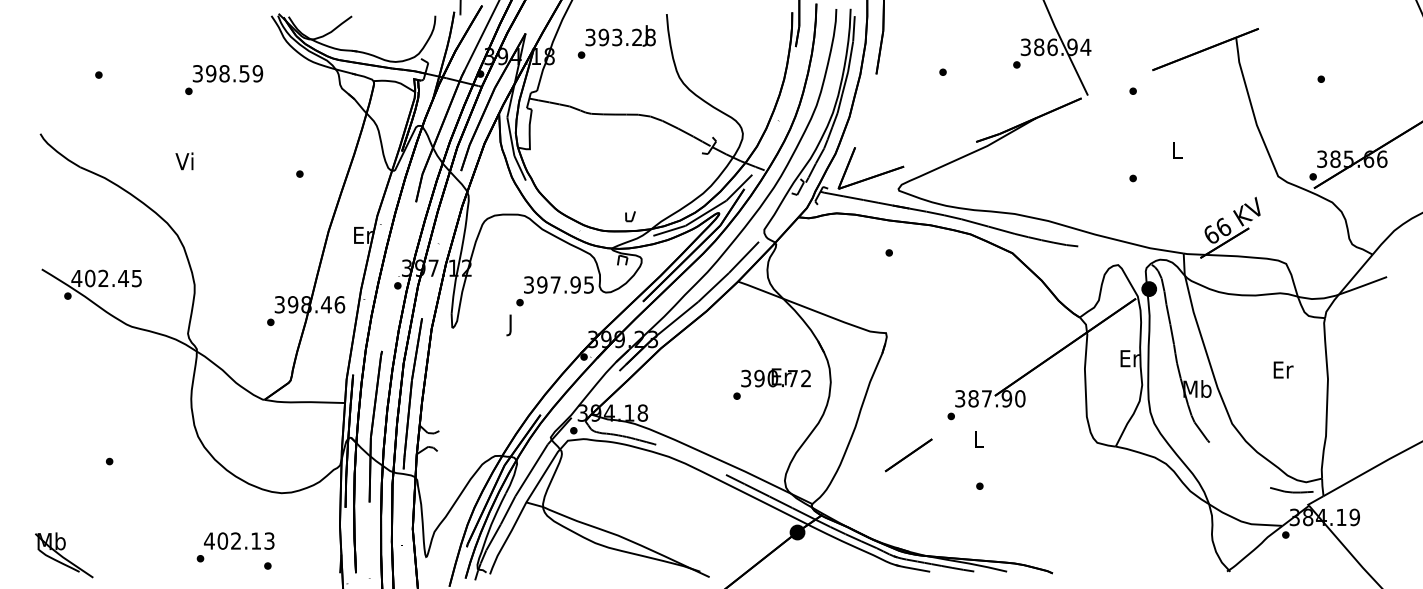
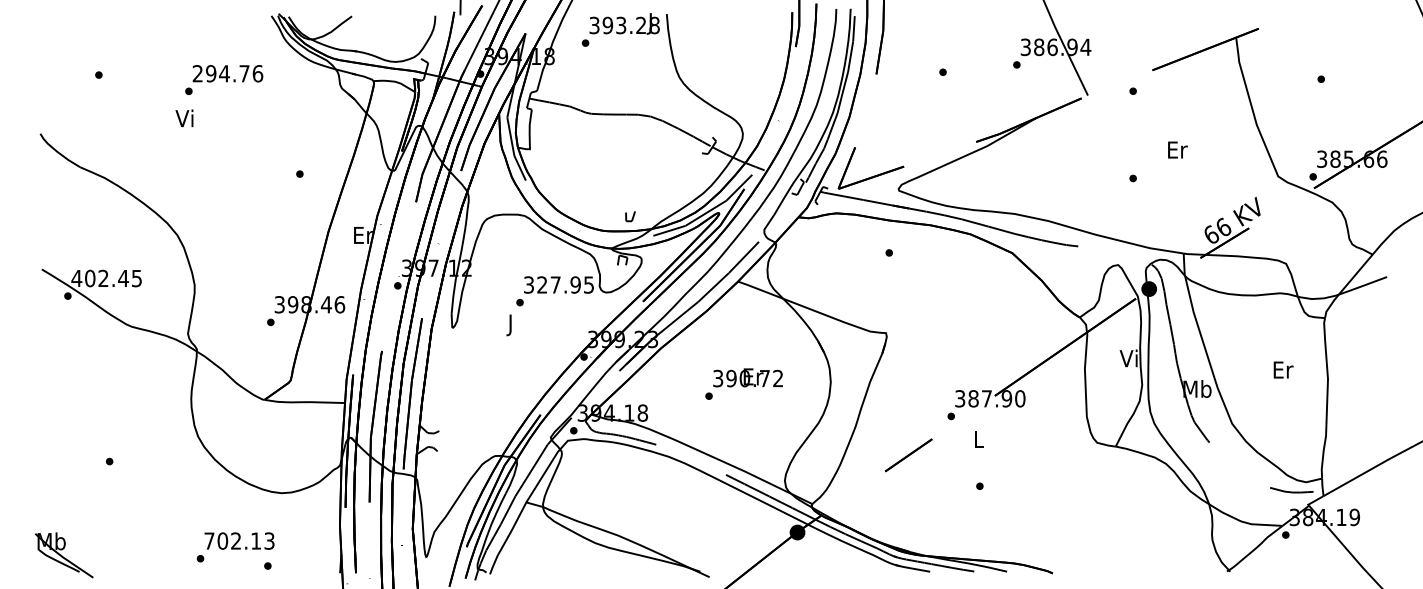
text at (616, 41) position: (616, 41) -> (620, 29)
text at (227, 73): 398.59 -> 294.76
text at (1177, 149): L -> Er
text at (184, 161) position: (184, 161) -> (184, 118)
text at (542, 284): 397.95 -> 327.95
text at (1129, 358): Er -> Vi
text at (771, 383) position: (771, 383) -> (743, 383)
text at (208, 540): 402.13 -> 702.13
